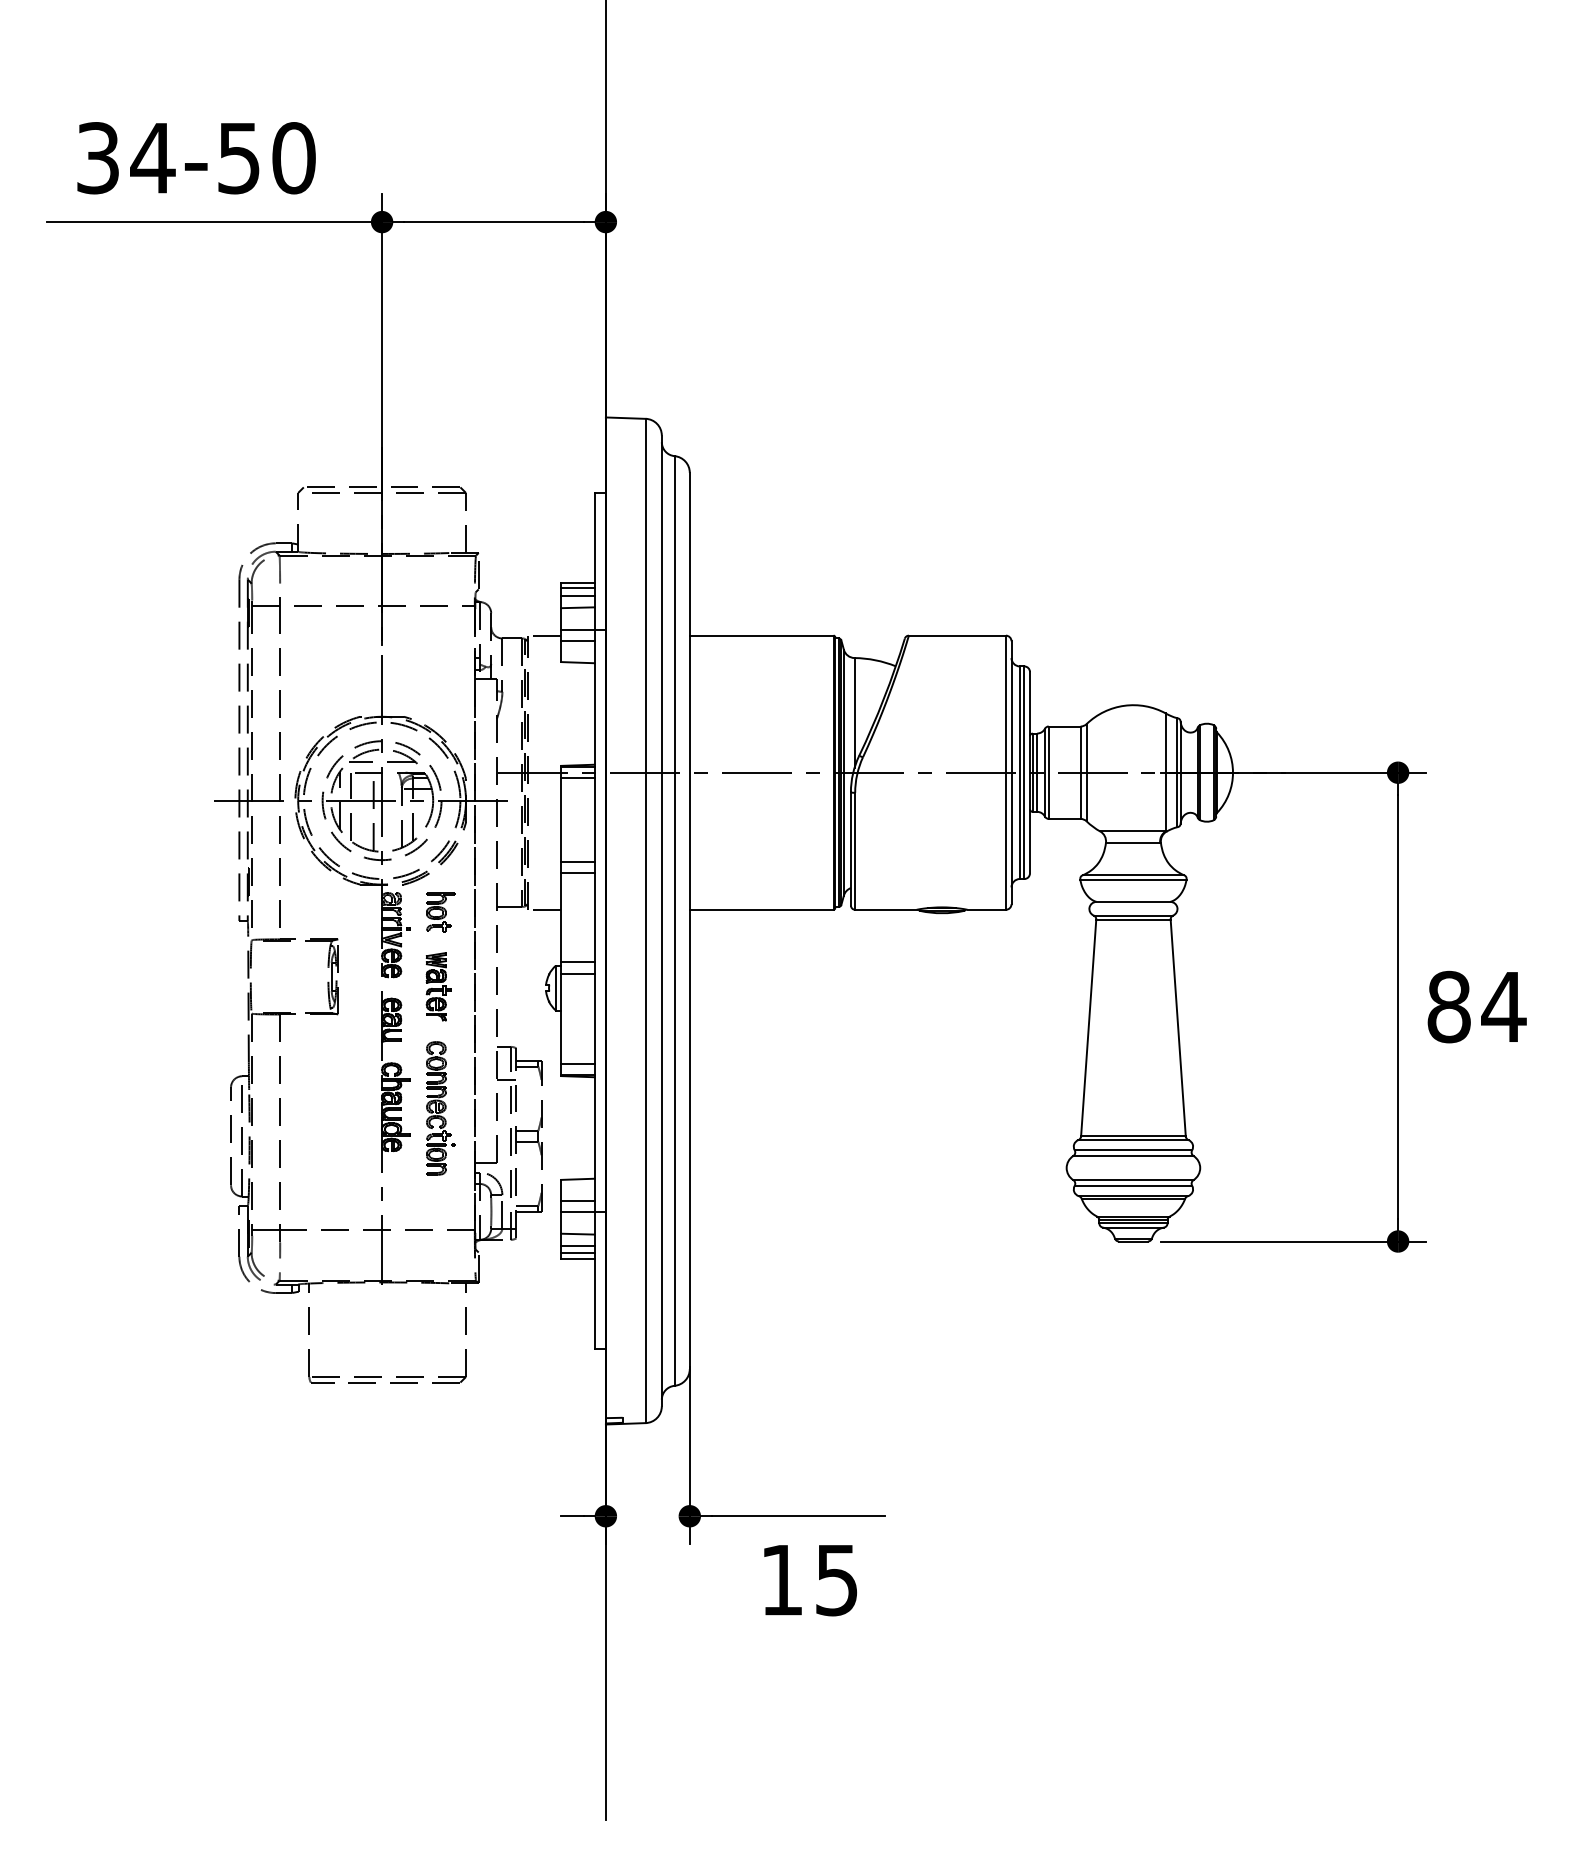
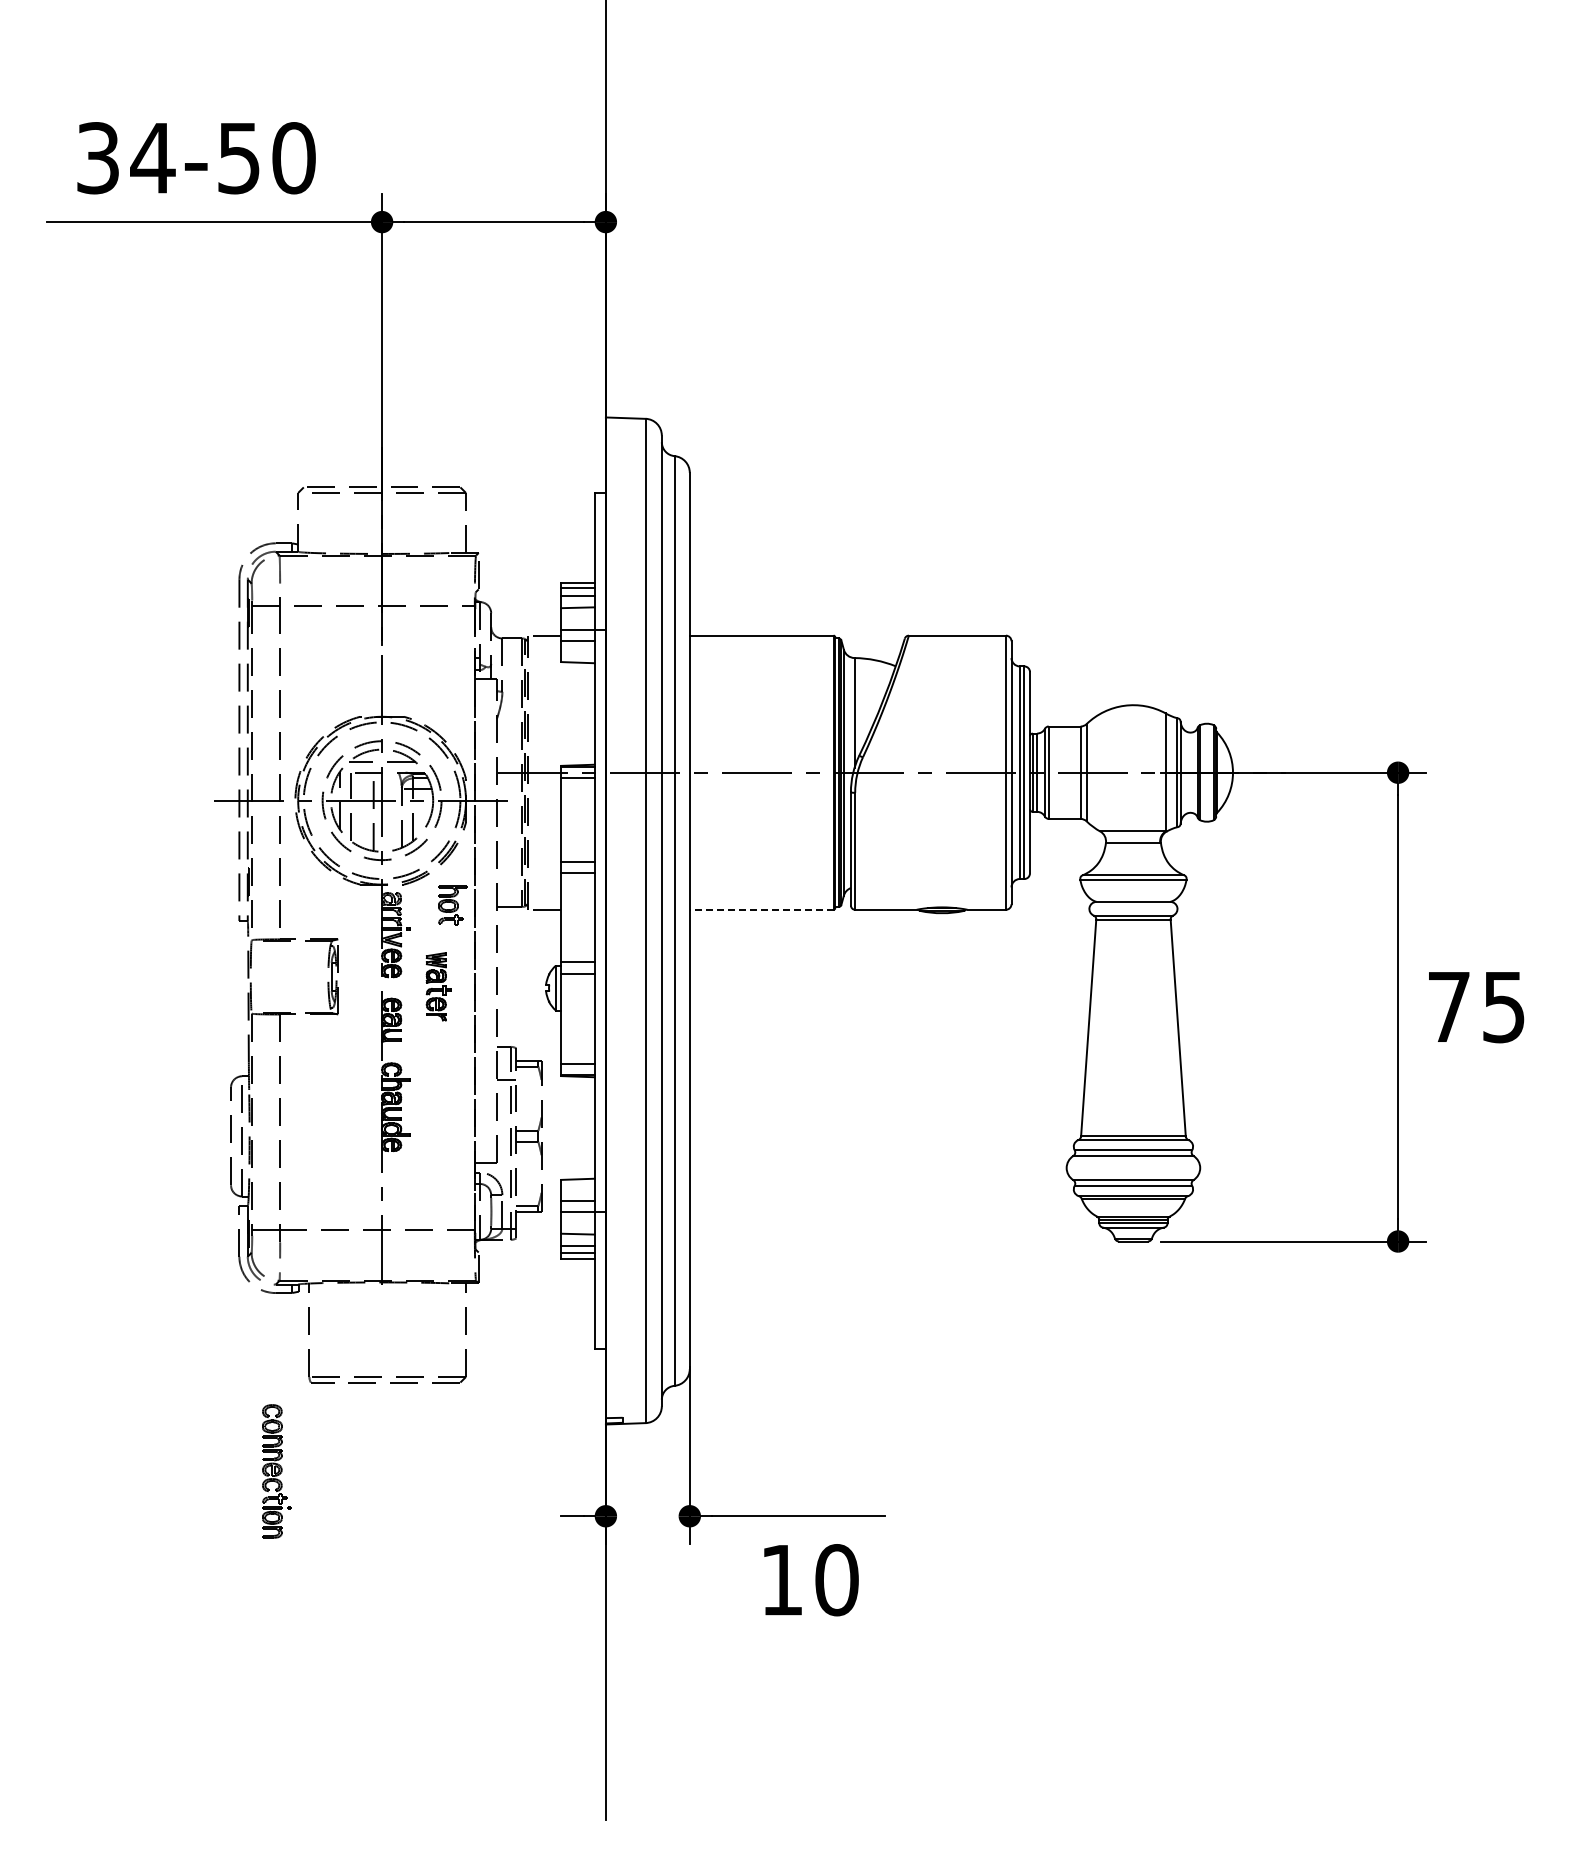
line at (761, 909): solid -> dashed
part at (440, 912) position: (440, 912) -> (452, 905)
text at (1476, 1006): 84 -> 75
part at (440, 1108) position: (440, 1108) -> (276, 1471)
text at (836, 1580): 15 -> 10
